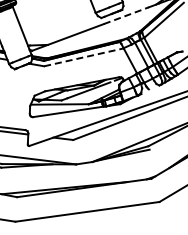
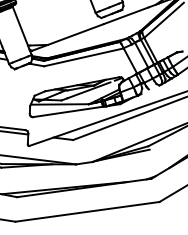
line at (126, 15): dashed -> solid
line at (83, 57): dashed -> solid
